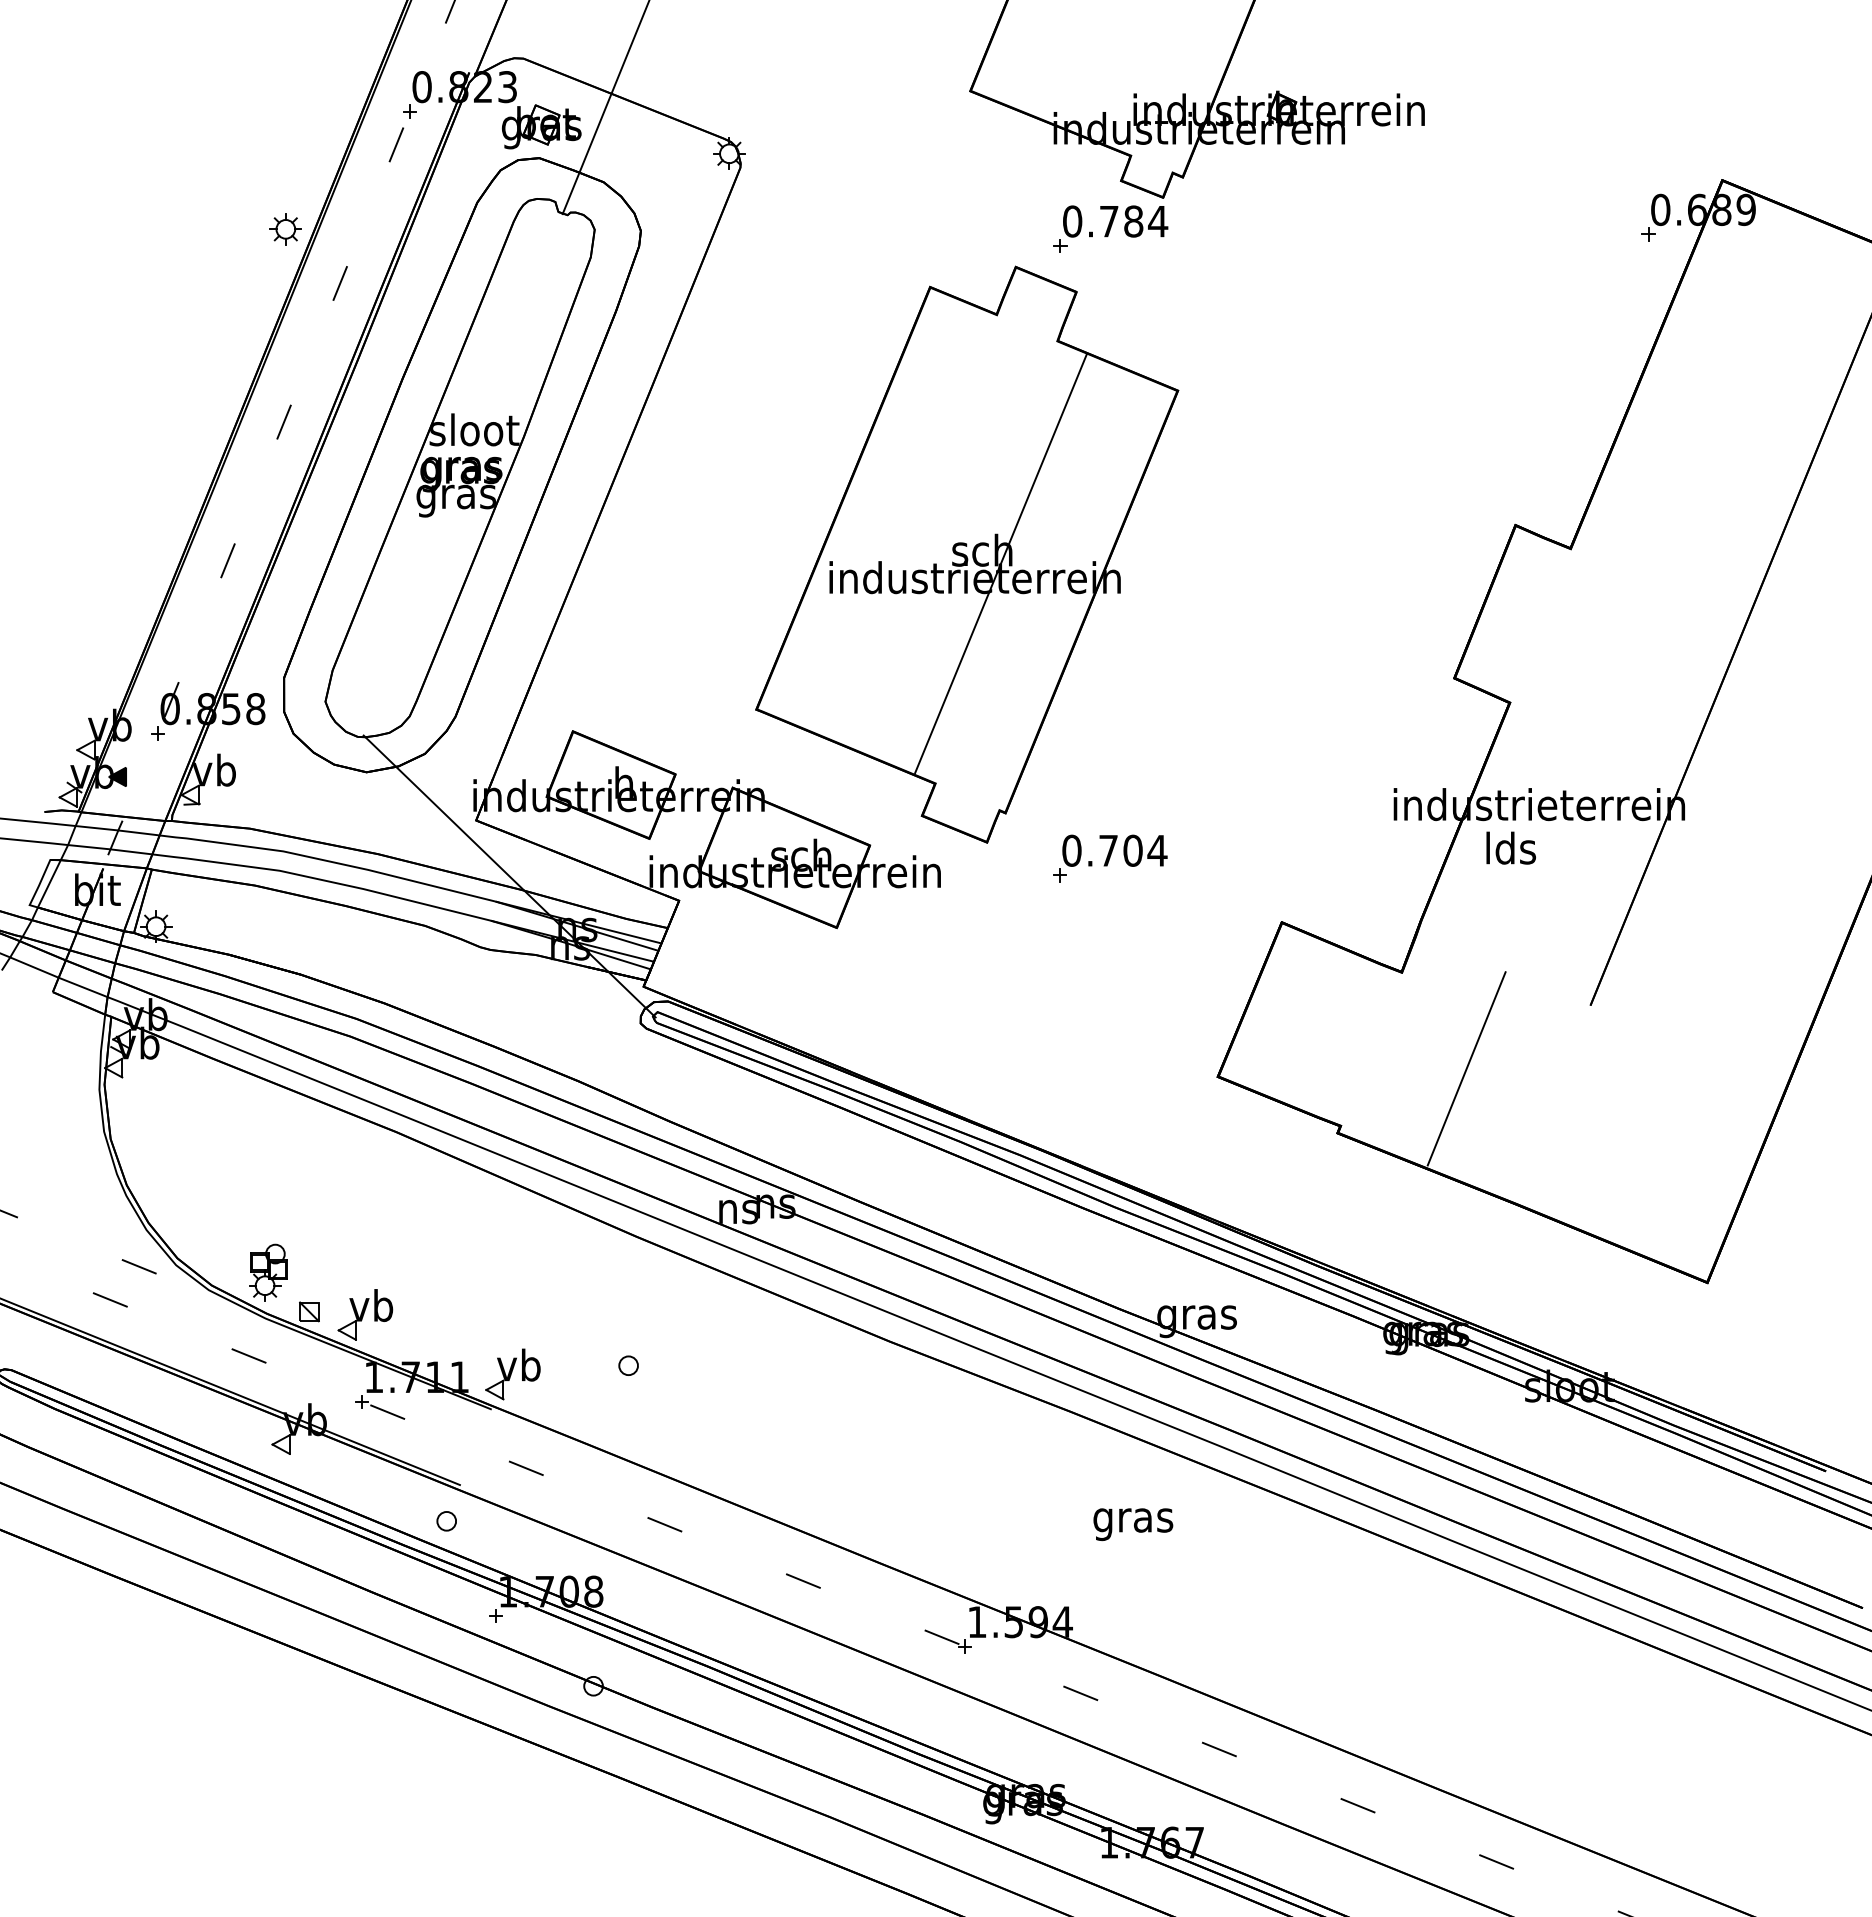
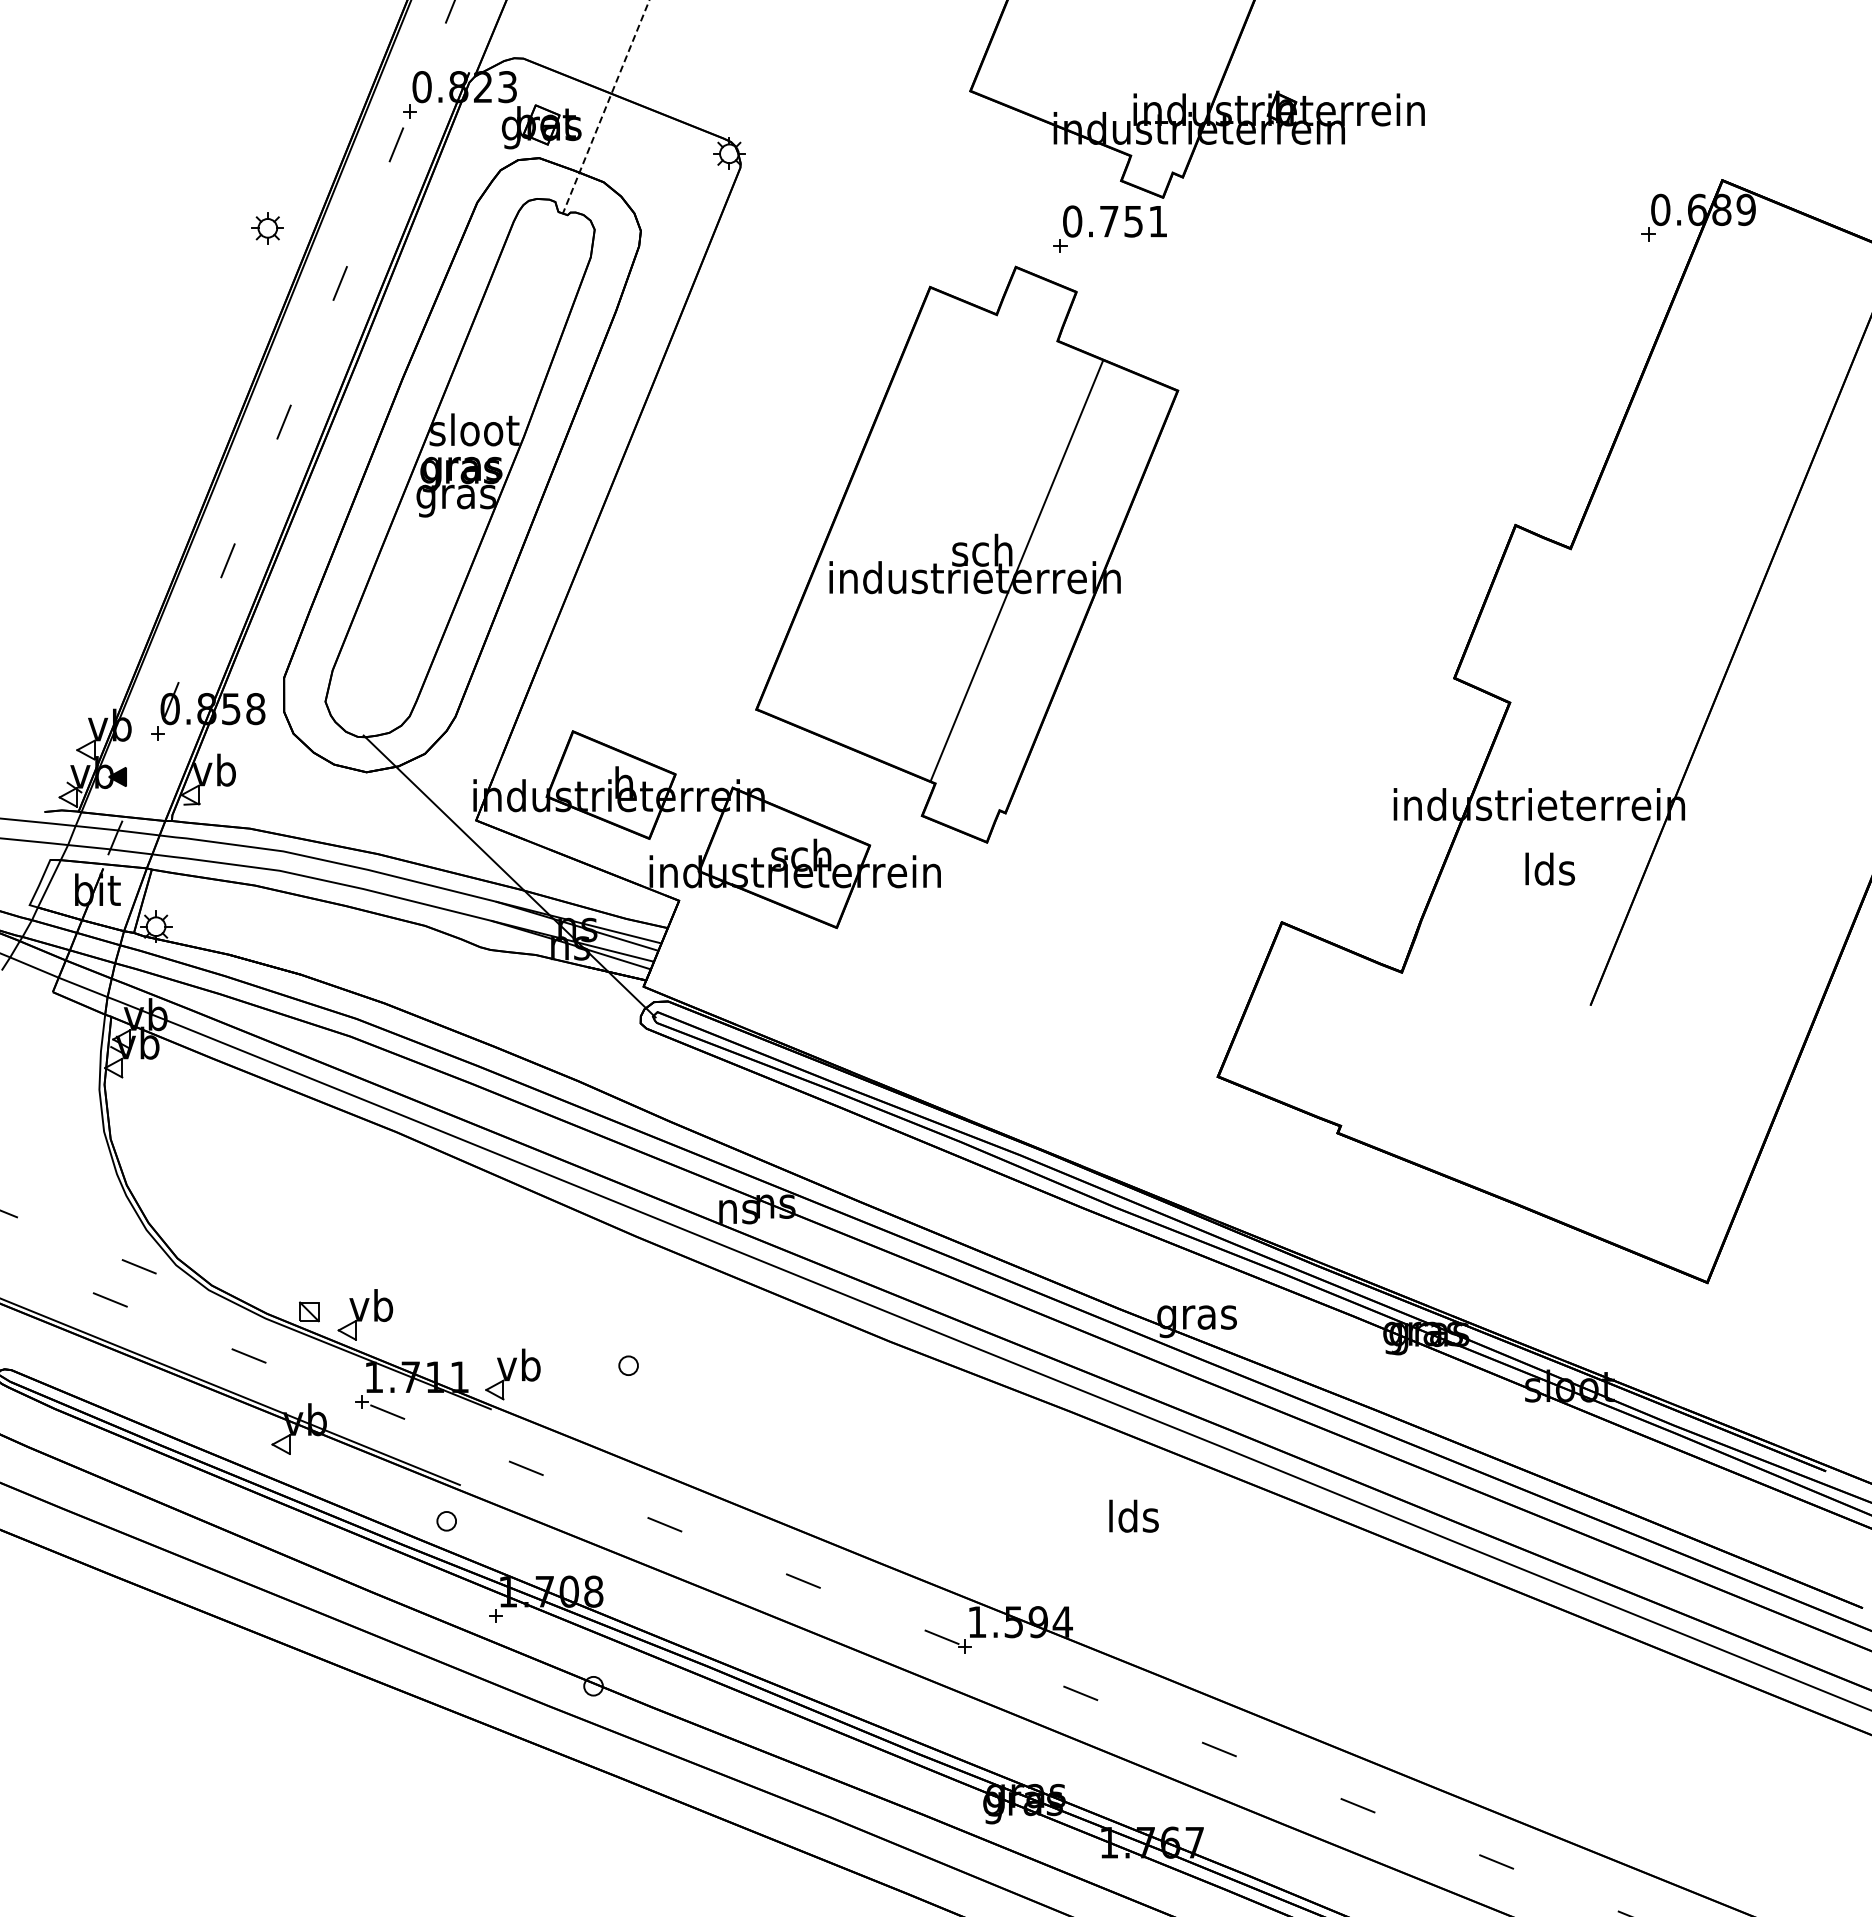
line at (605, 107): solid -> dashed
text at (1146, 221): 0.784 -> 0.751
part at (285, 229) position: (285, 229) -> (267, 228)
line at (1000, 563) position: (1000, 563) -> (1016, 570)
text at (1510, 847) position: (1510, 847) -> (1549, 868)
part at (1110, 858): present -> none
line at (1466, 1068): present -> none
part at (268, 1272): present -> none
text at (1133, 1520): gras -> lds
